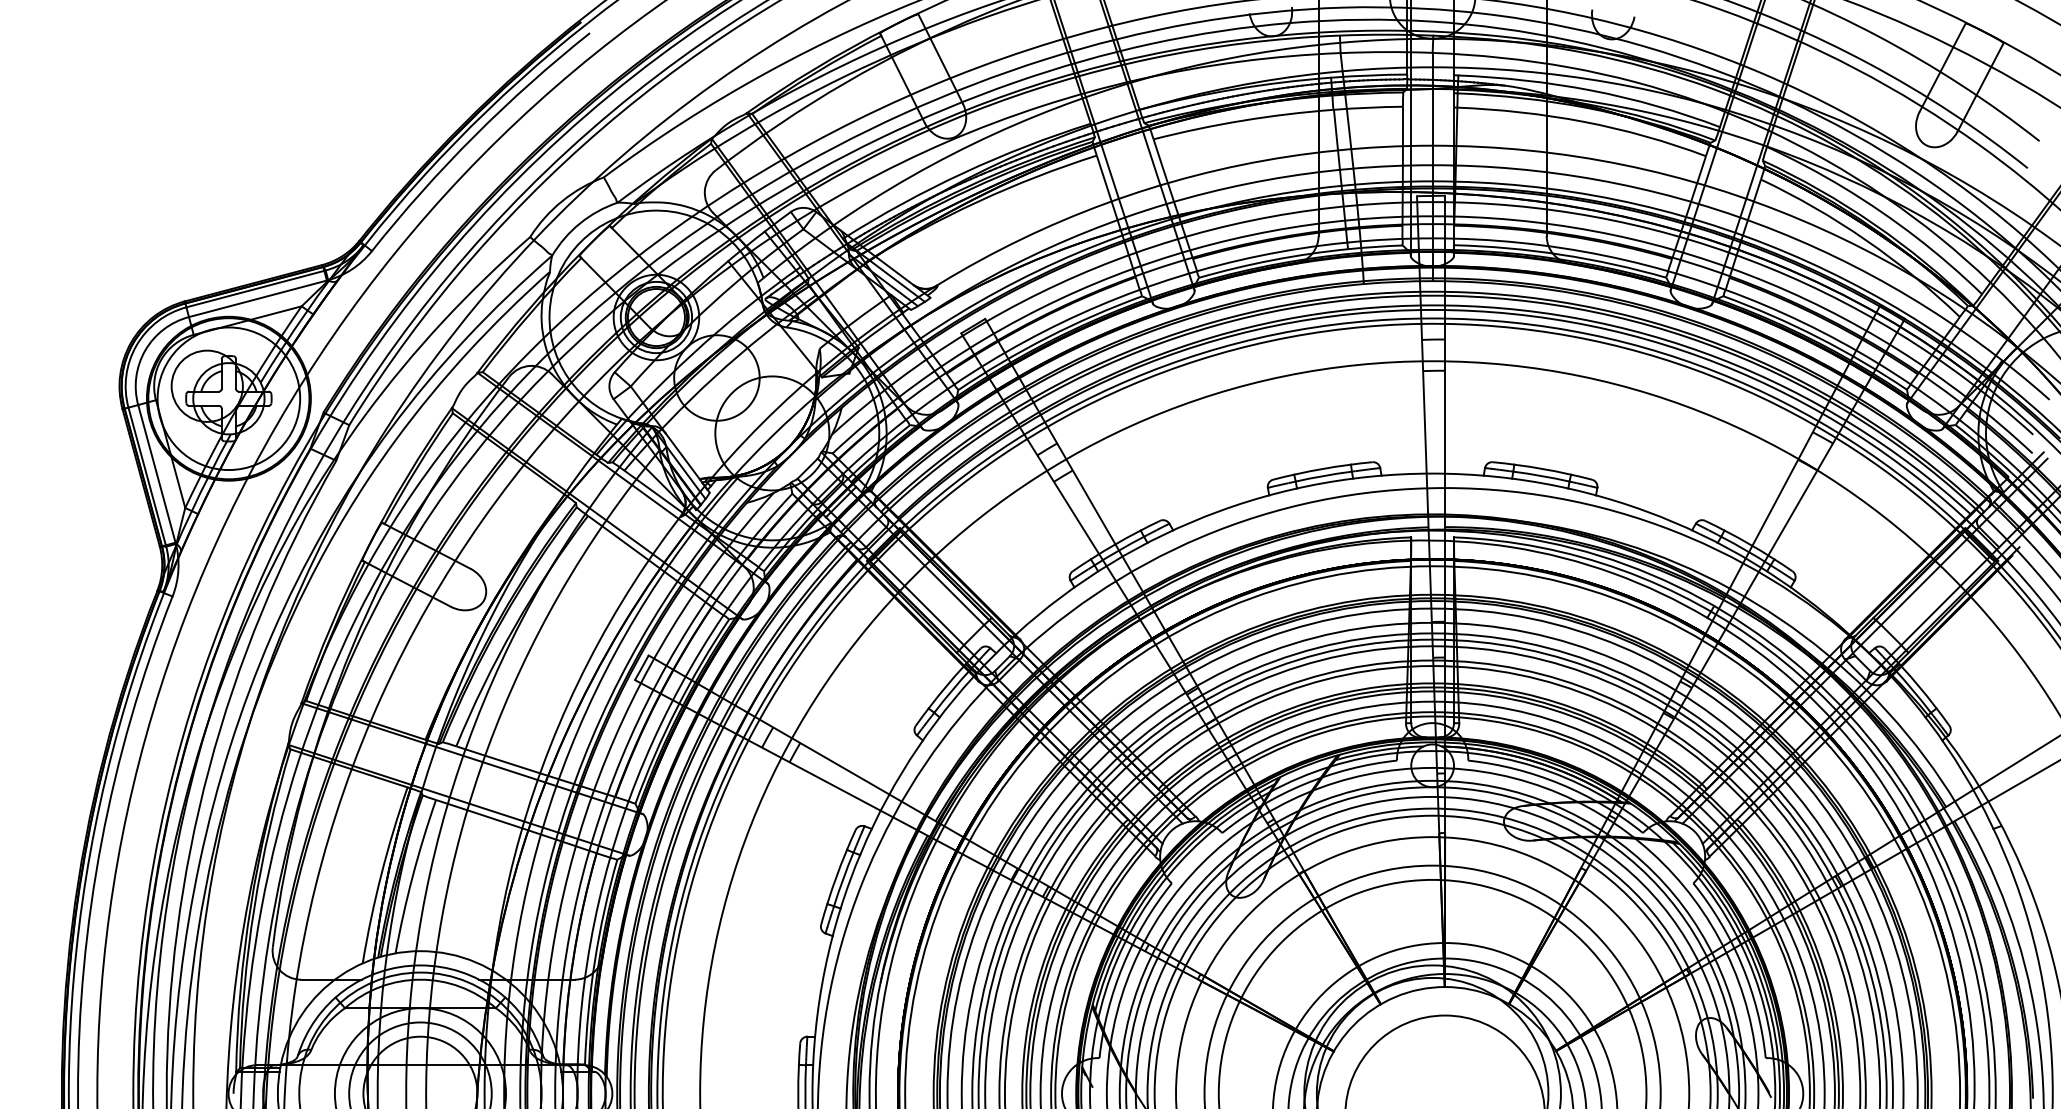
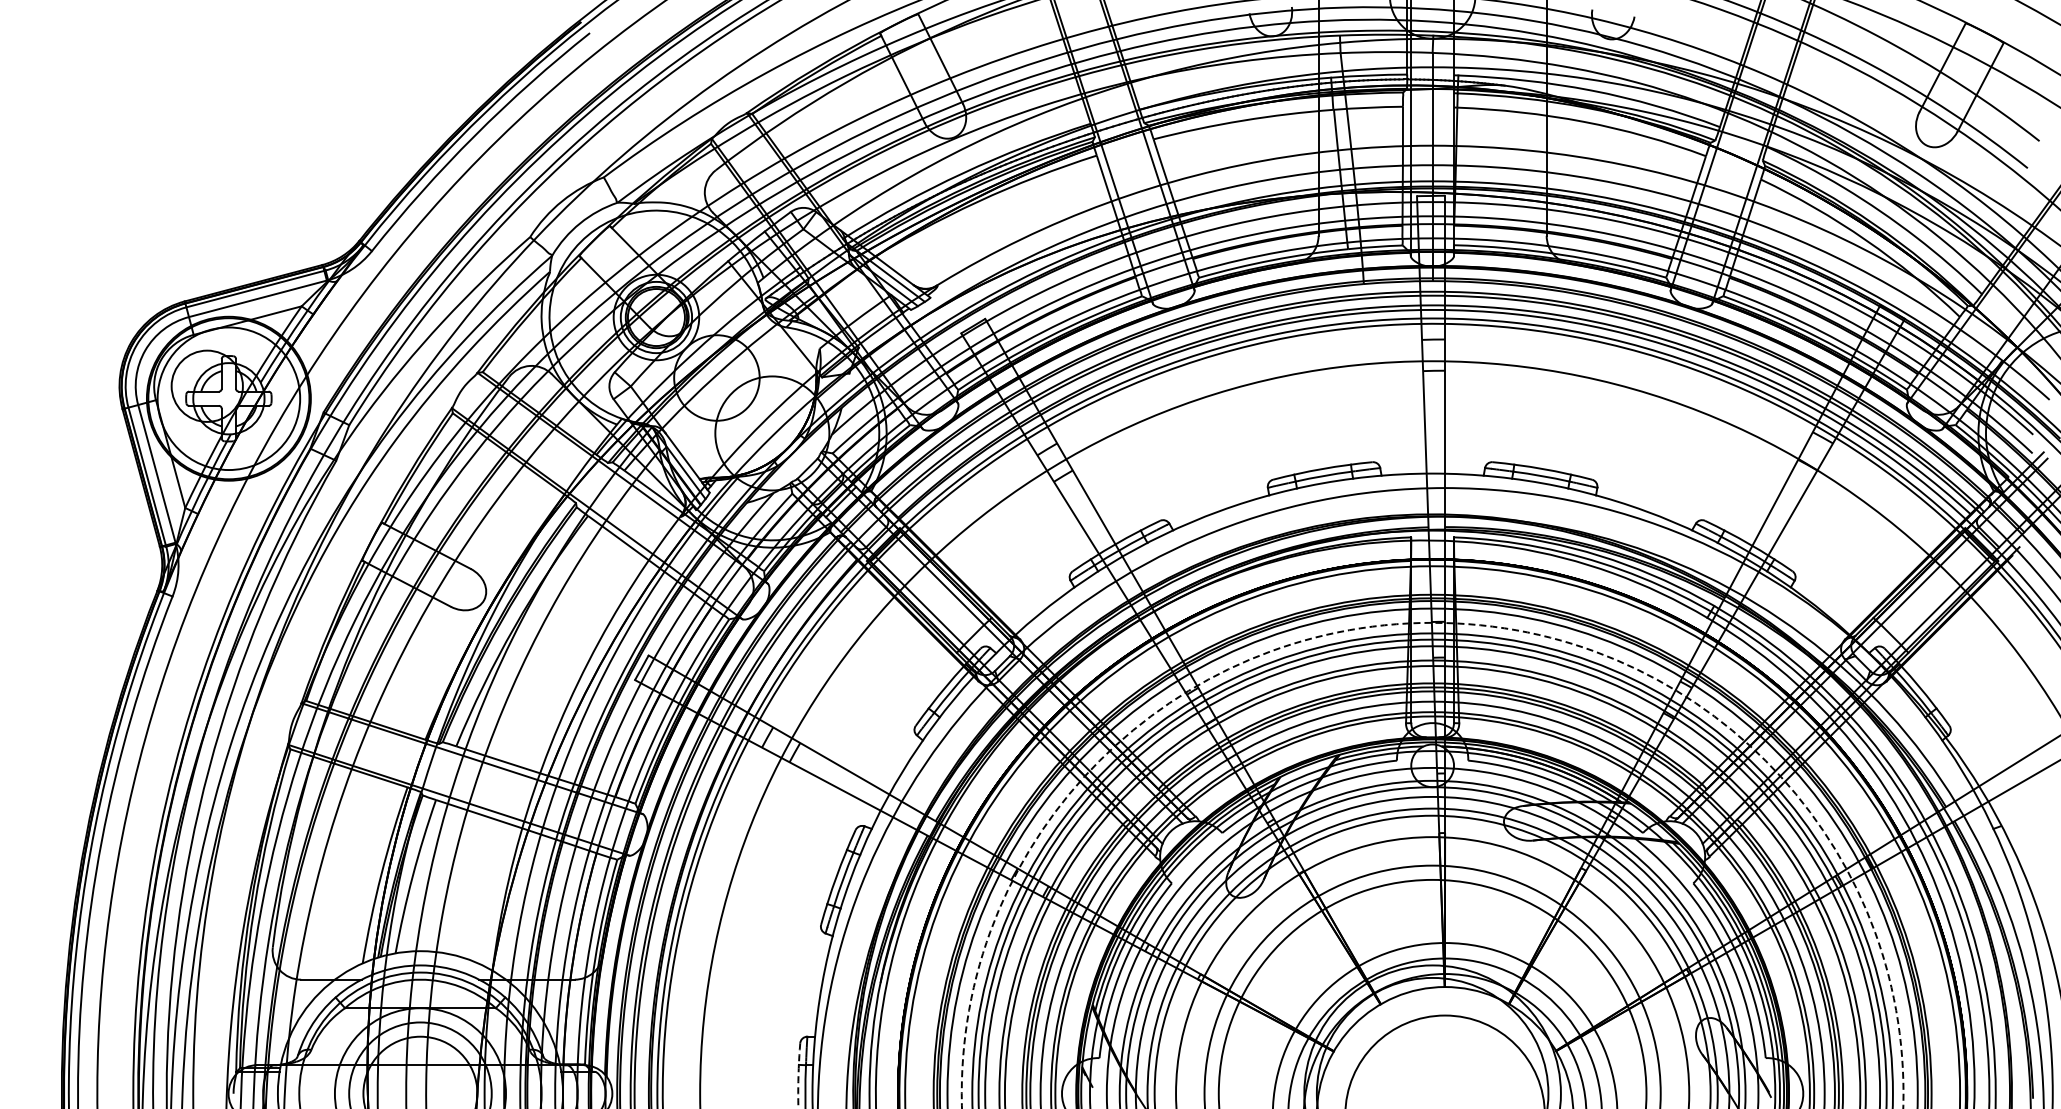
circle at (1432, 865): solid -> dashed
arc at (798, 1076): solid -> dashed
